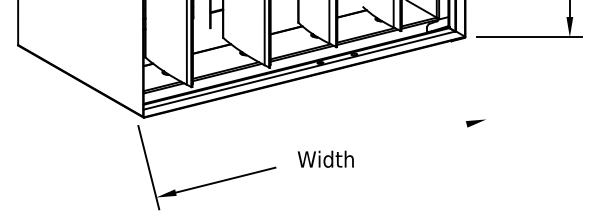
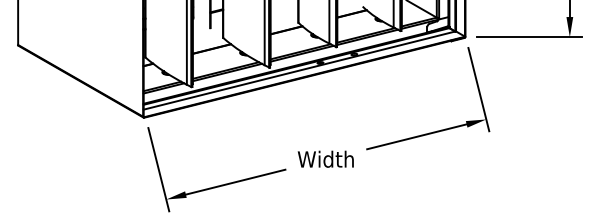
line at (478, 89): none -> present
line at (416, 136): none -> present
part at (211, 182) position: (211, 182) -> (221, 184)
